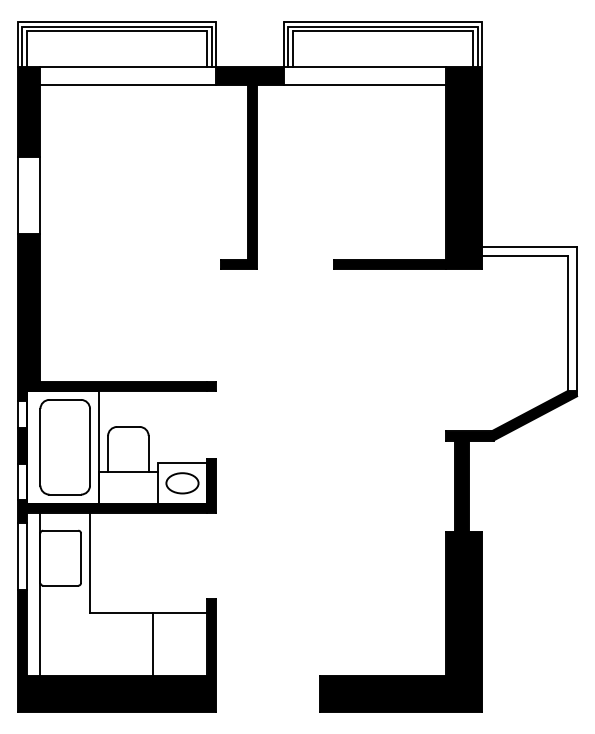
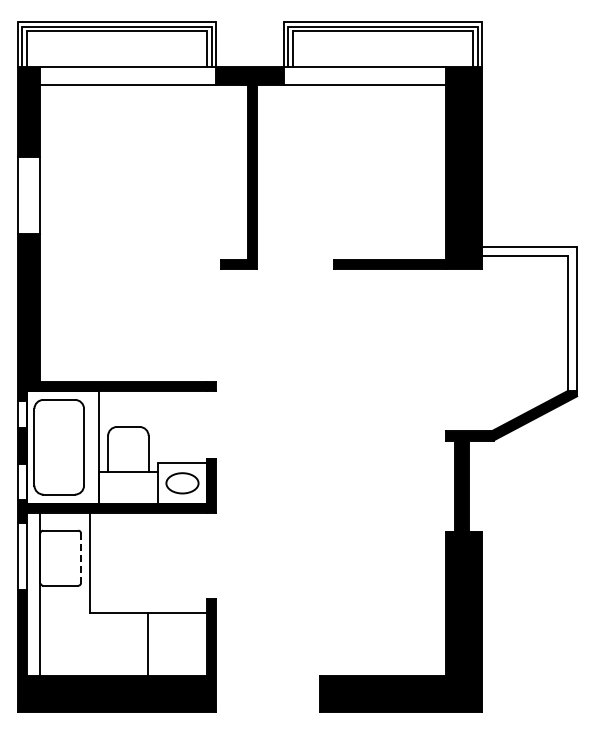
part at (64, 447) position: (64, 447) -> (58, 447)
line at (81, 558): solid -> dashed
line at (153, 643) position: (153, 643) -> (148, 643)
